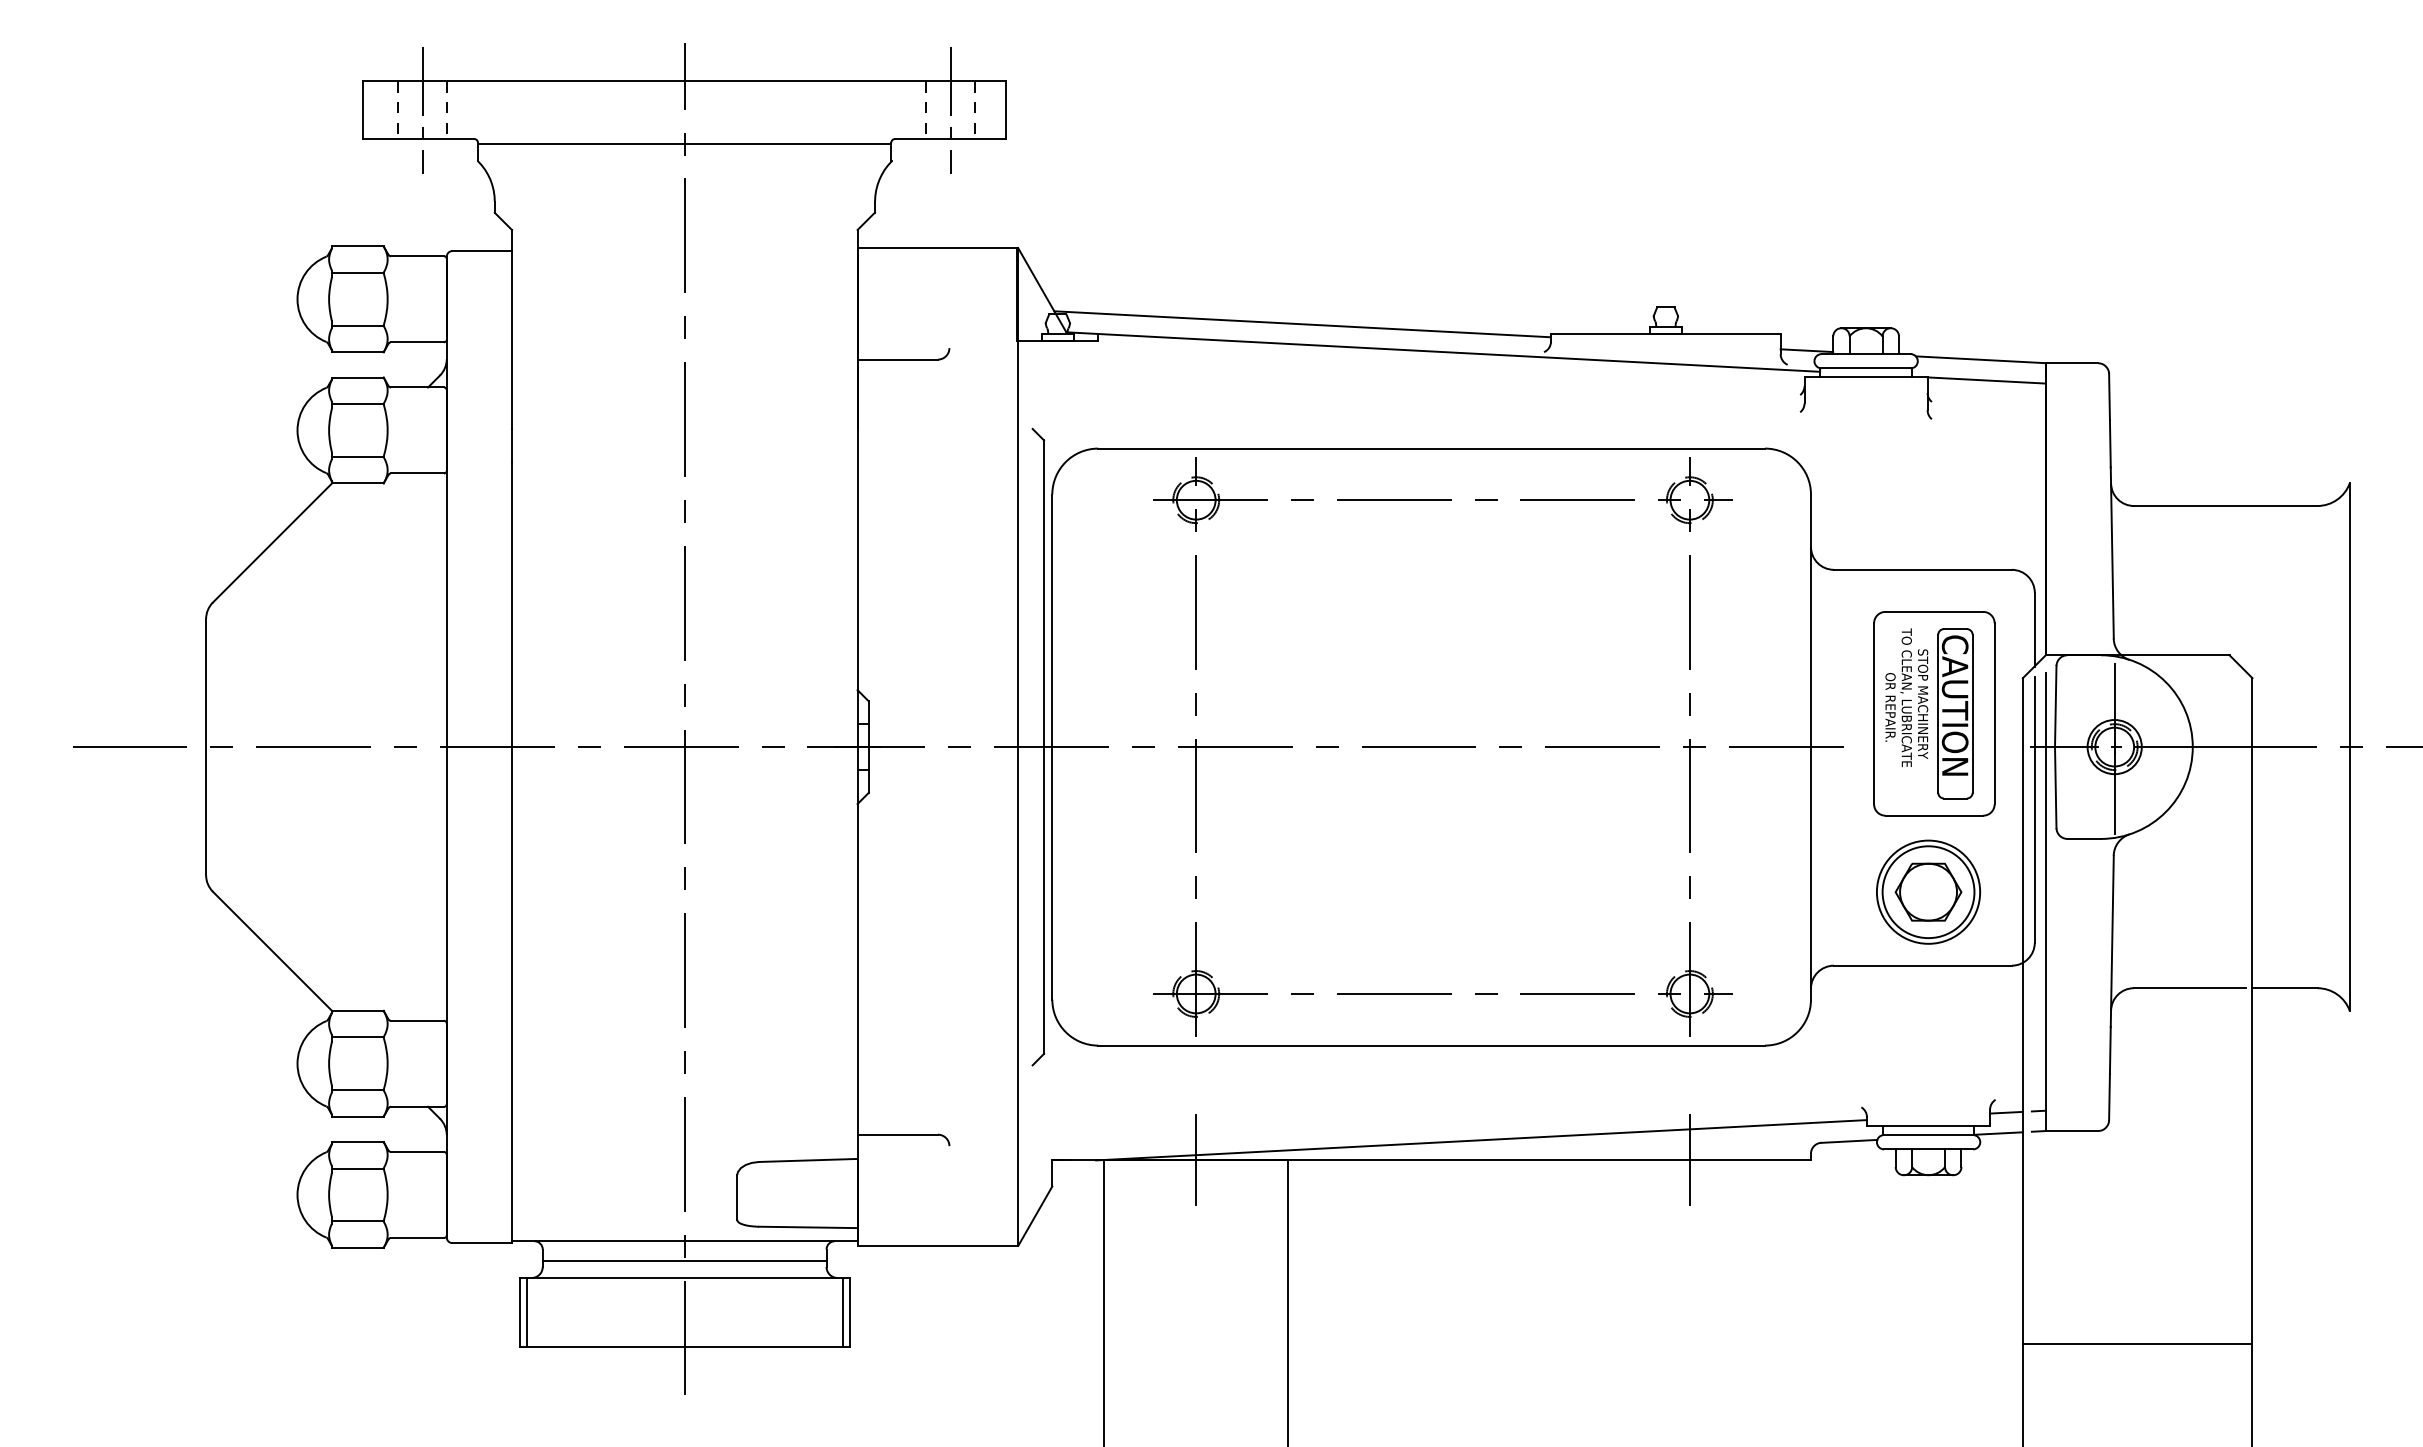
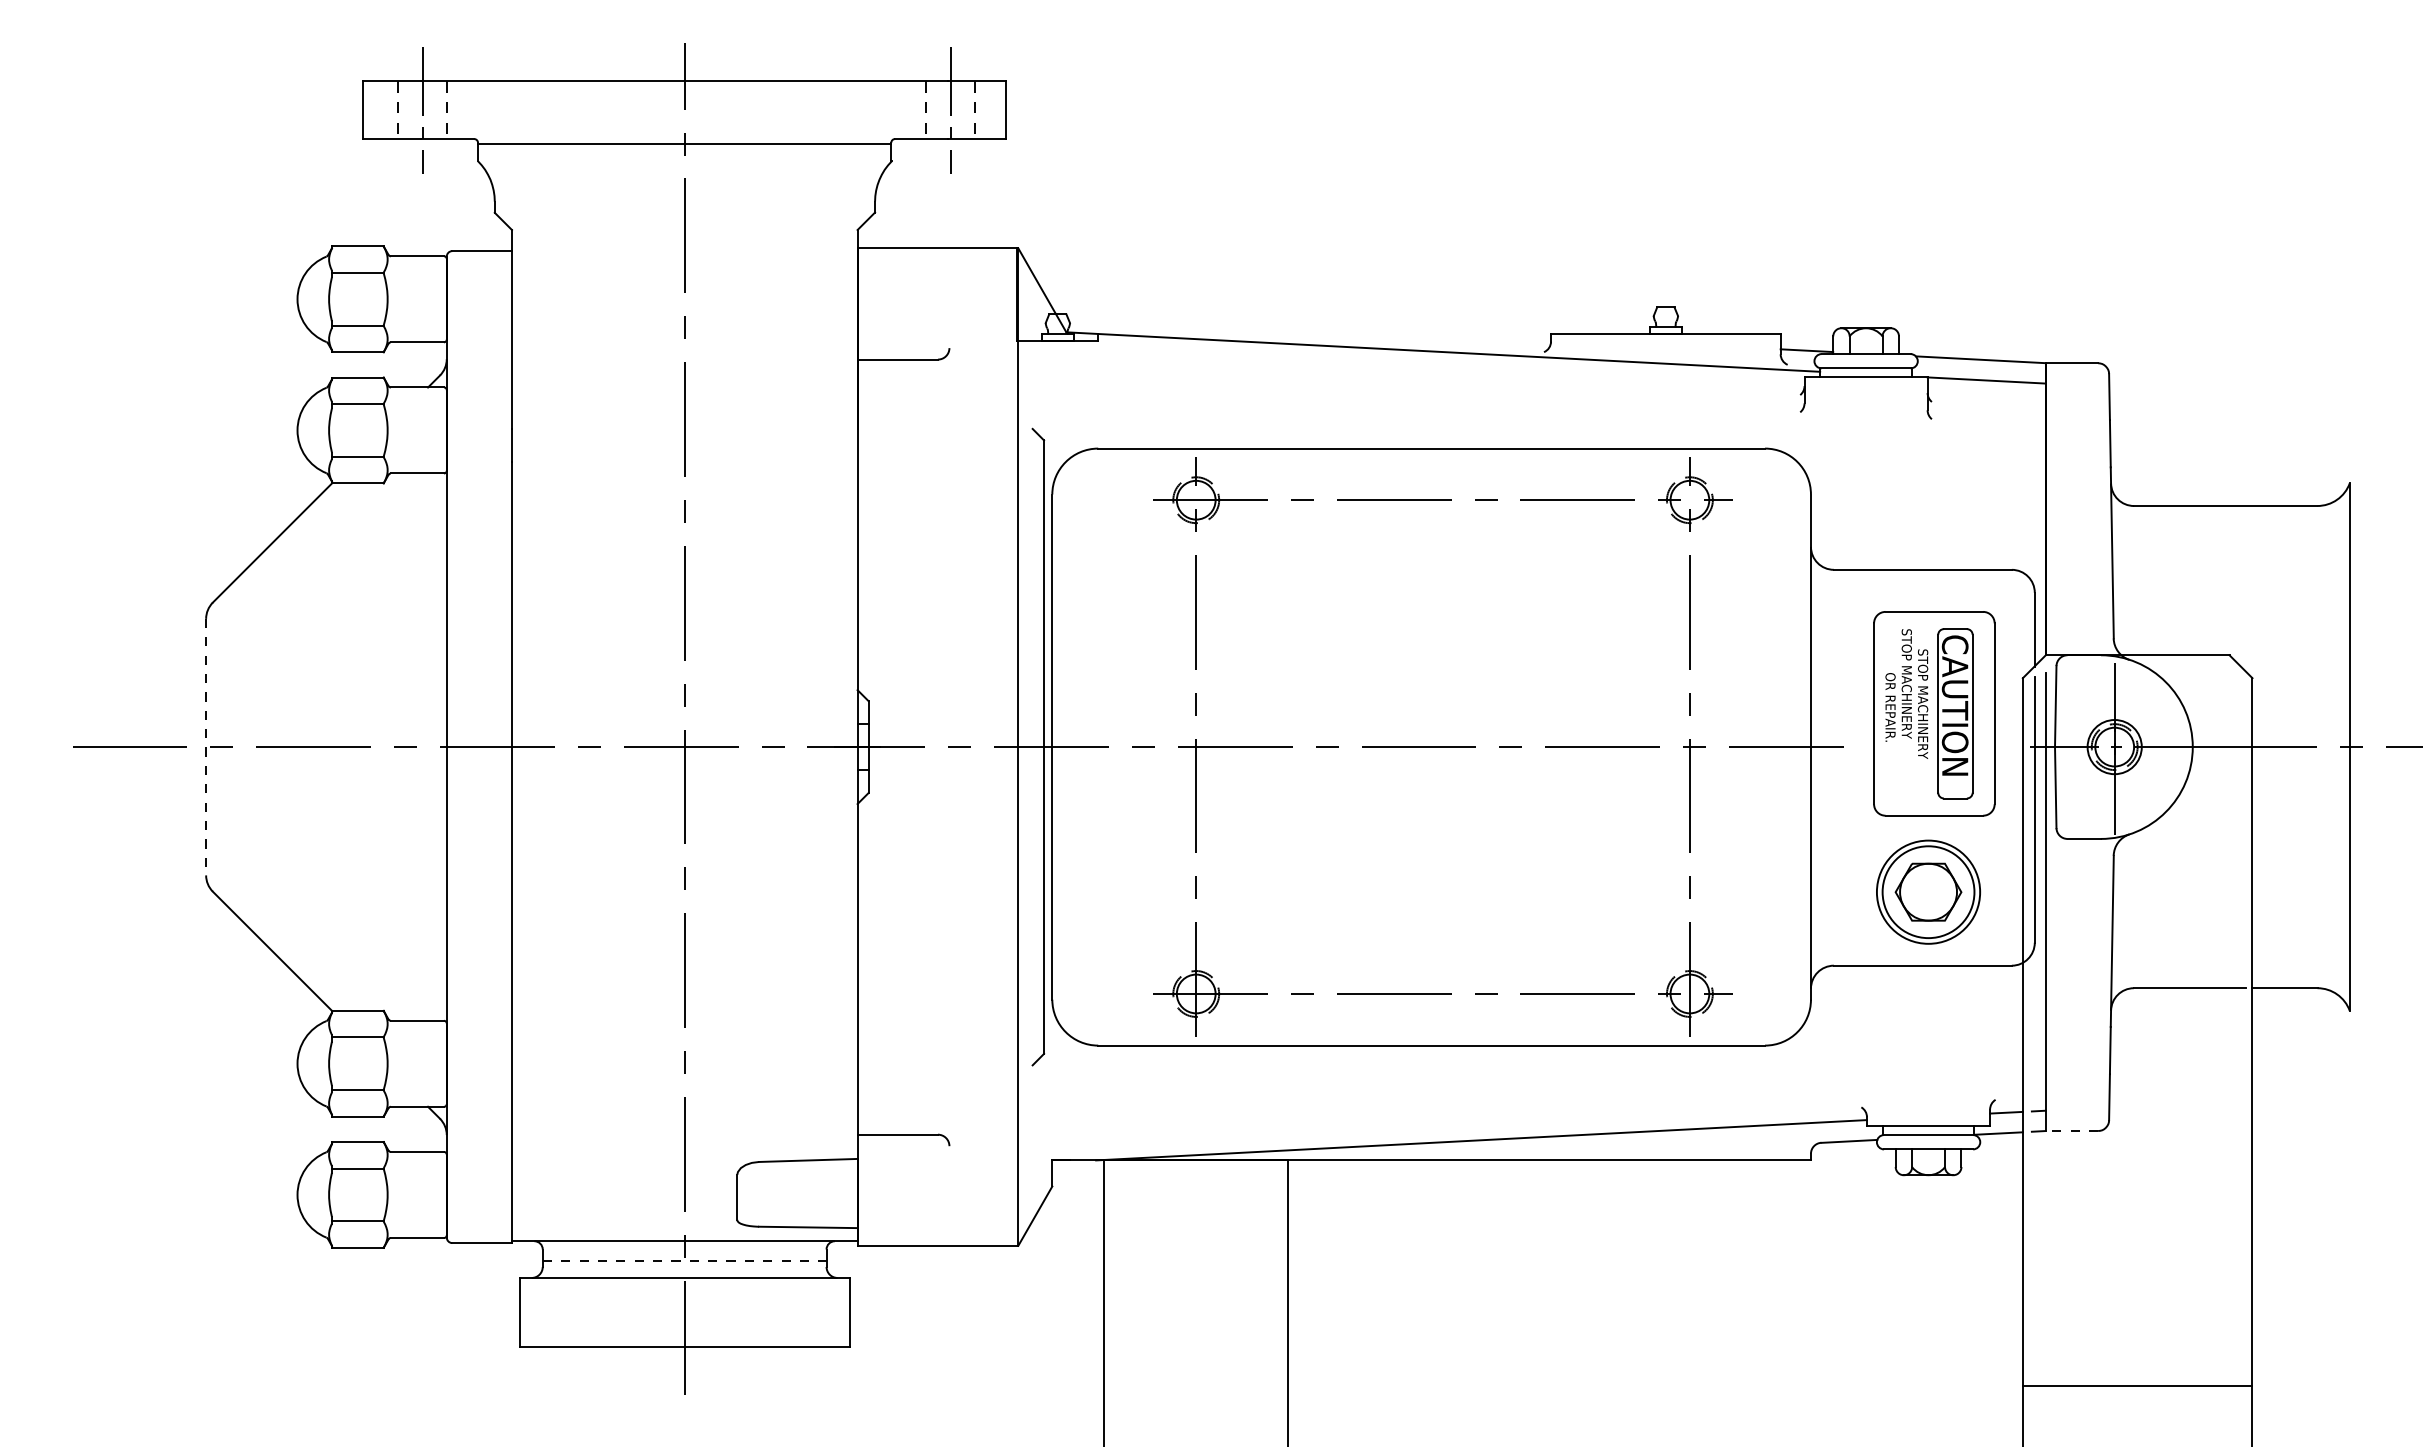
line at (1302, 324): present -> none
text at (1905, 697): TO CLEAN, LUBRICATE -> STOP MACHINERY
line at (206, 747): solid -> dashed
line at (2071, 1131): solid -> dashed
line at (1196, 1160): present -> none
line at (1689, 1160): present -> none
line at (684, 1260): solid -> dashed
line at (526, 1311): present -> none
line at (842, 1311): present -> none
line at (2137, 1344) position: (2137, 1344) -> (2137, 1386)
